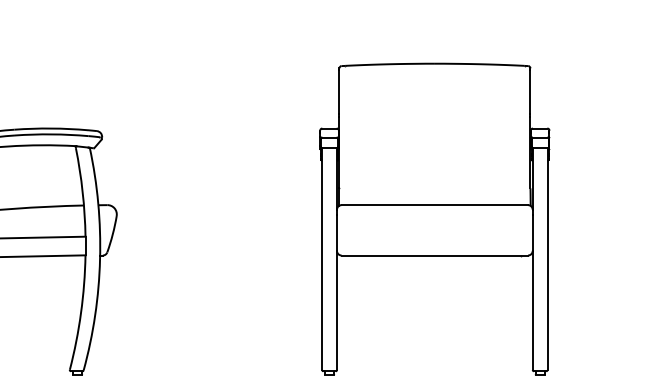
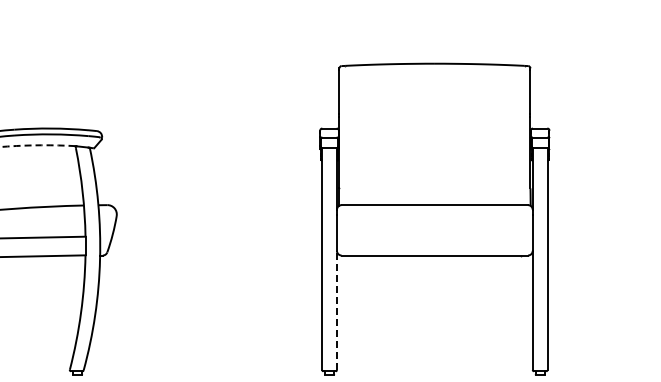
arc at (37, 145): solid -> dashed
line at (336, 310): solid -> dashed
